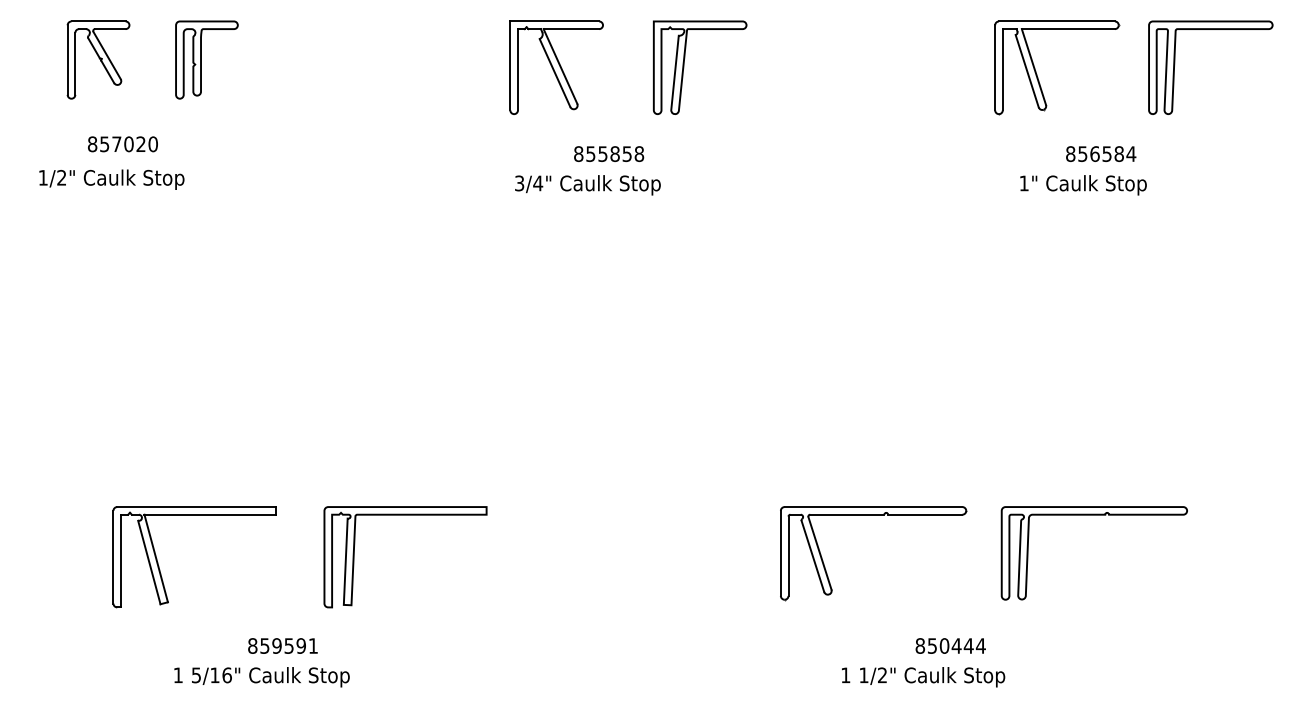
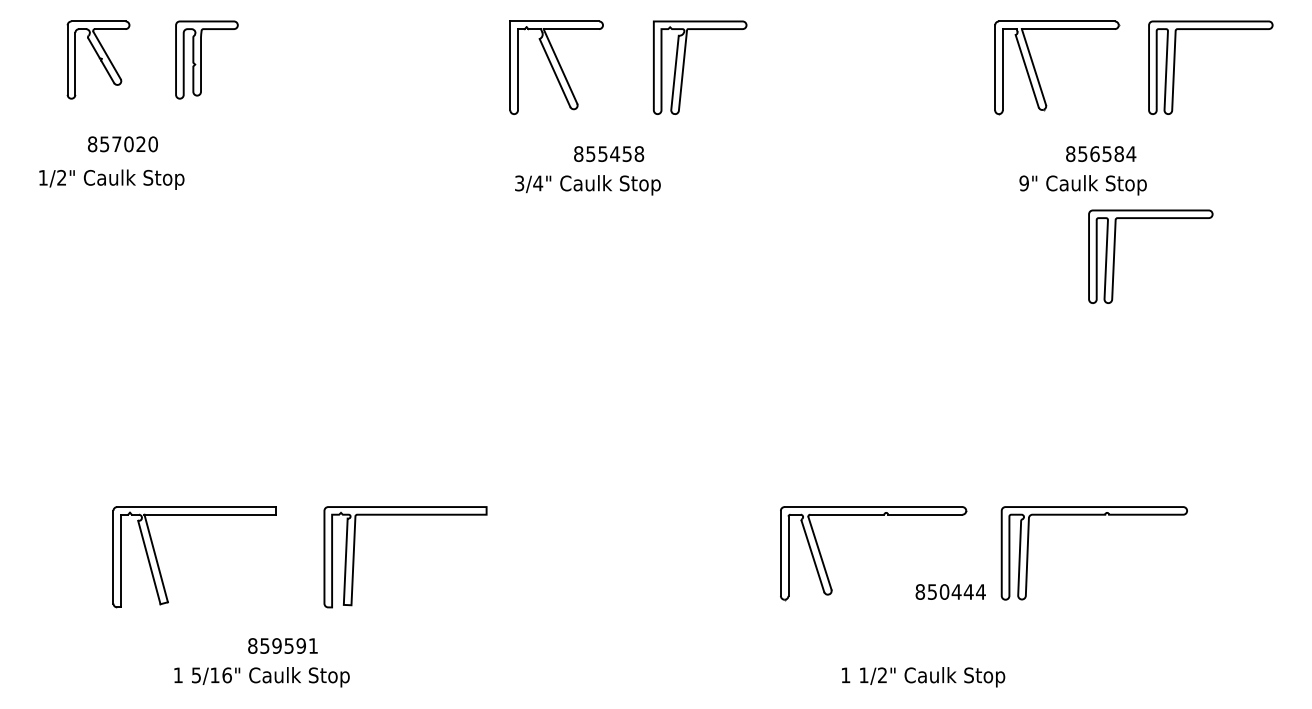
text at (615, 154): 855858 -> 855458
text at (1023, 183): 1" -> 9"
part at (1115, 253): none -> present
text at (950, 645) position: (950, 645) -> (950, 591)
